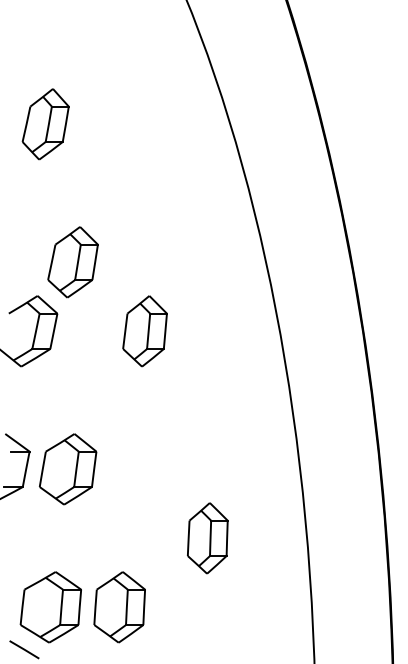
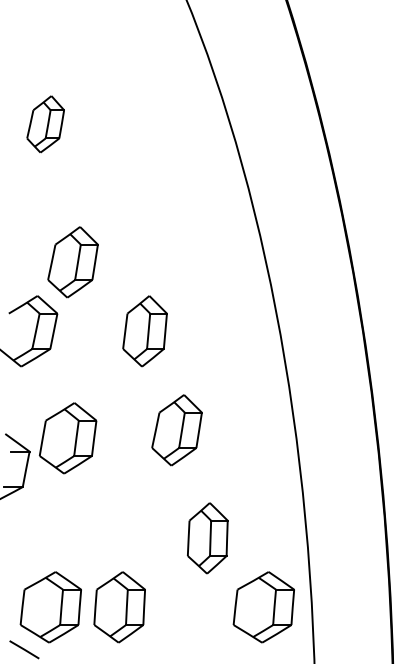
part at (45, 124) size: 49x73 px -> 39x59 px
part at (176, 430): none -> present
part at (67, 469) position: (67, 469) -> (67, 438)
part at (263, 607): none -> present
